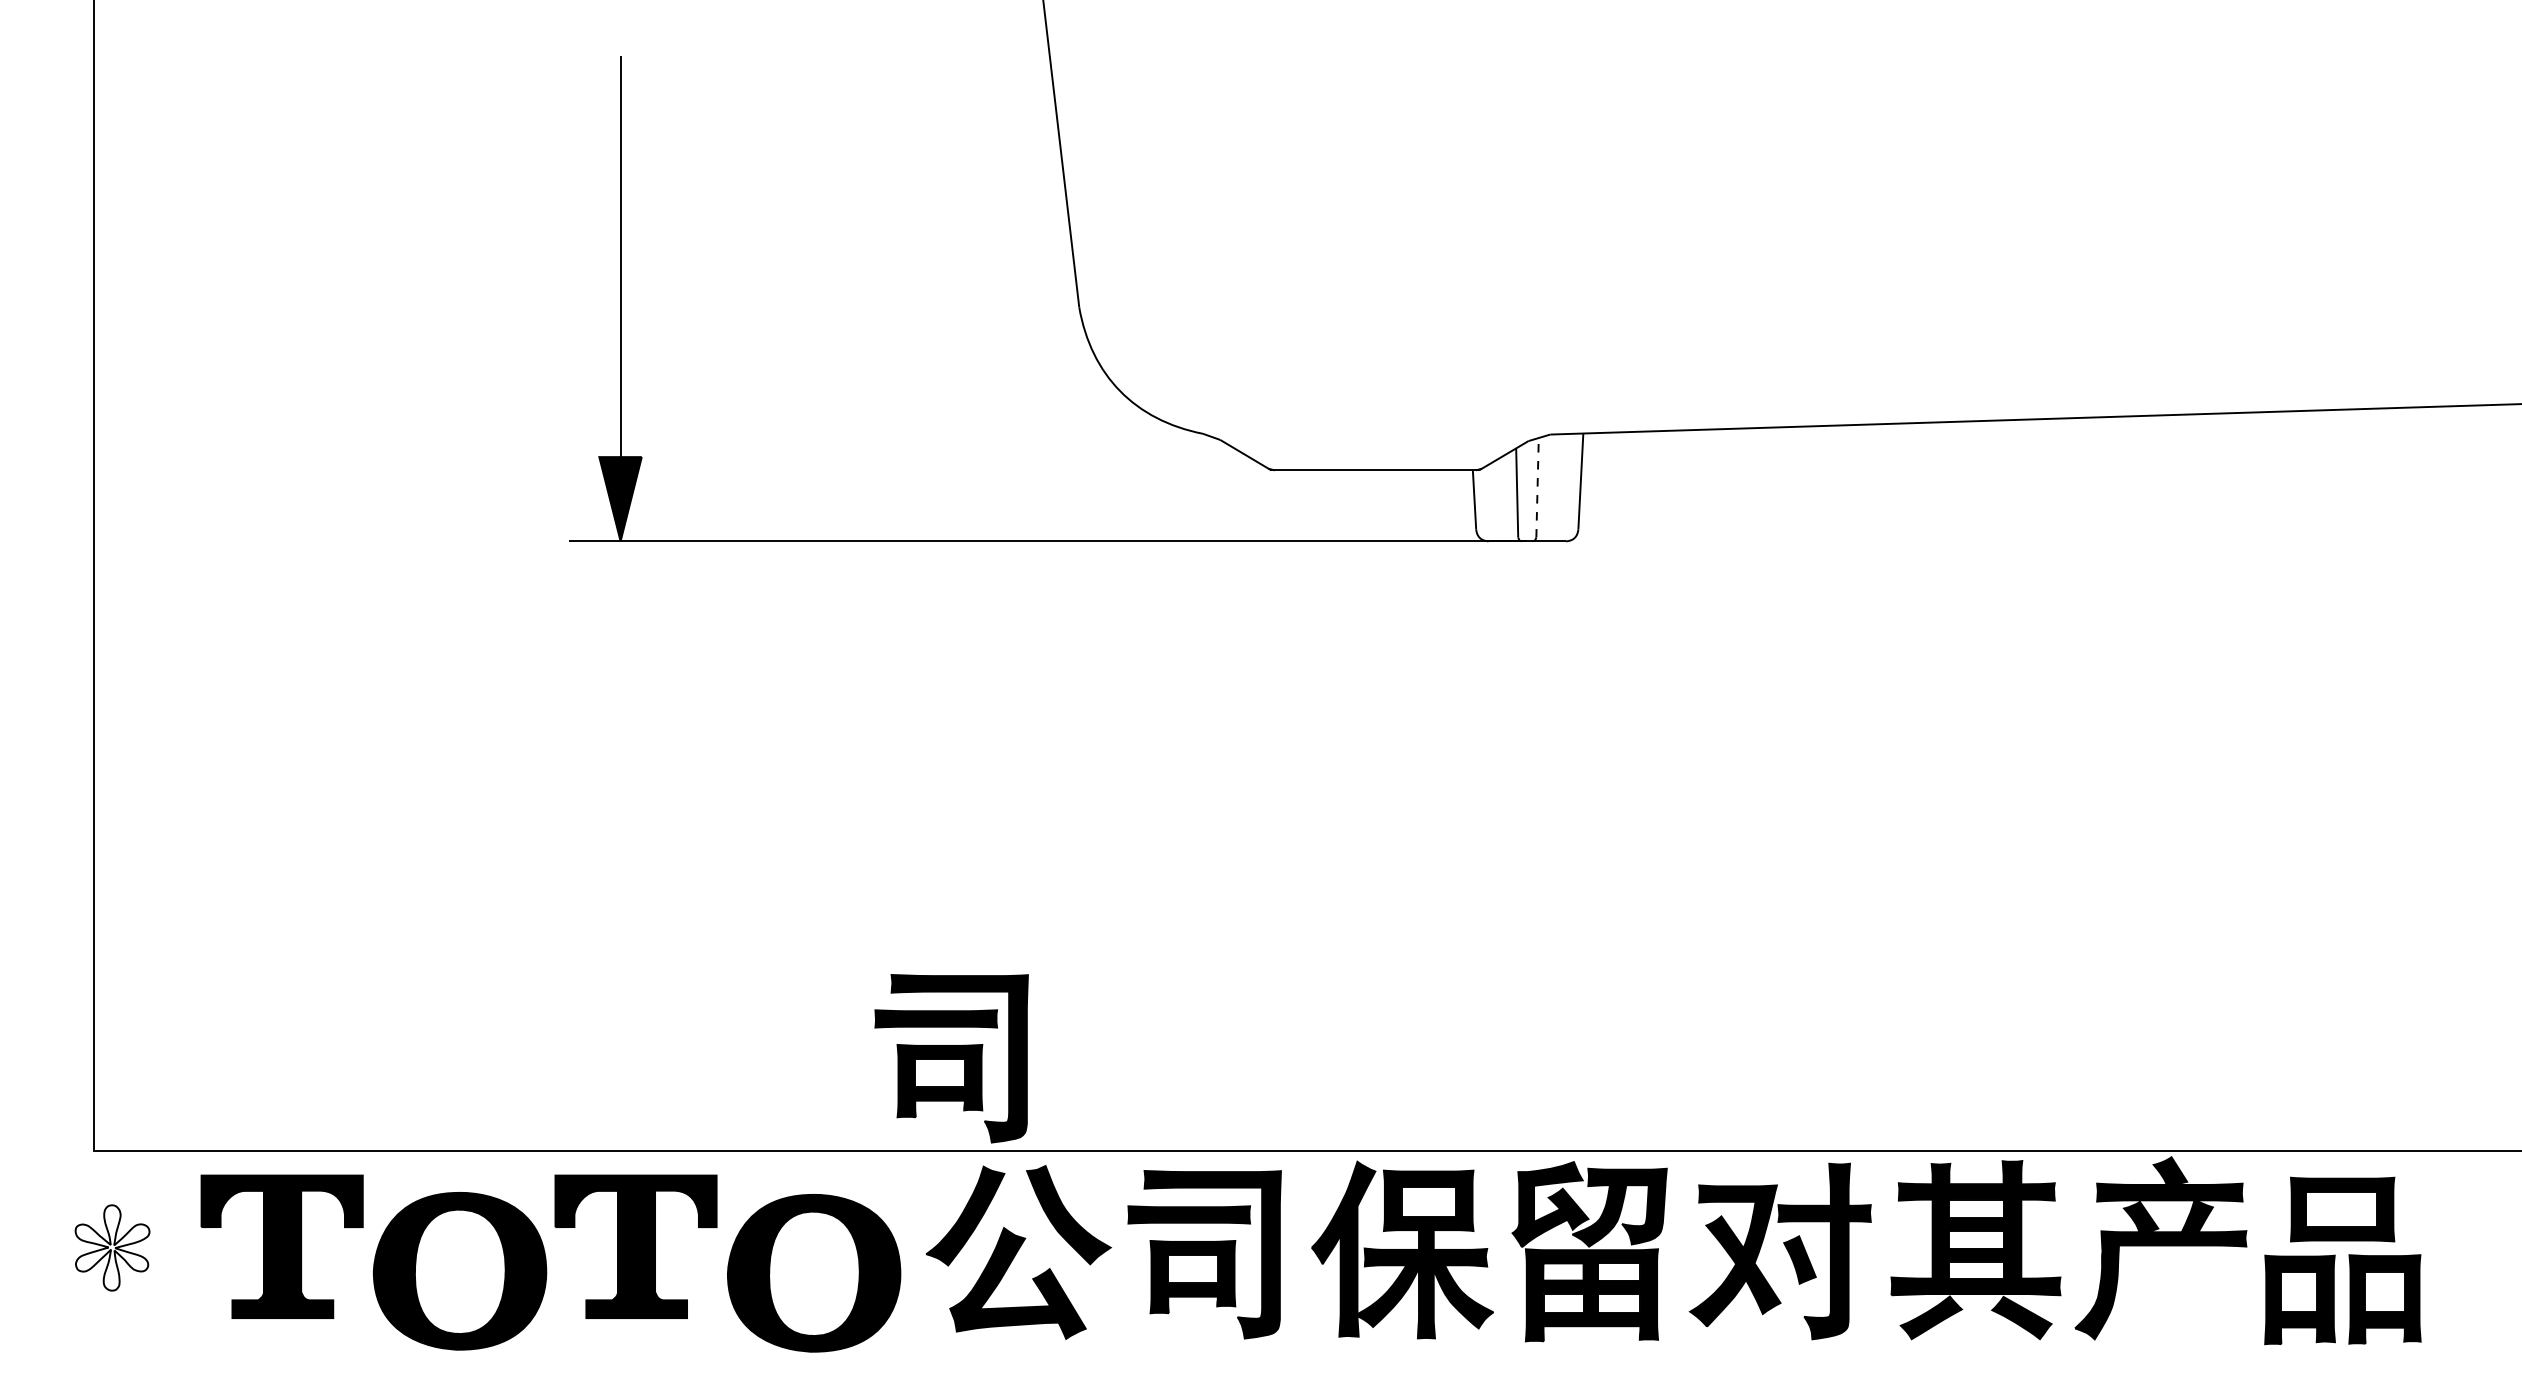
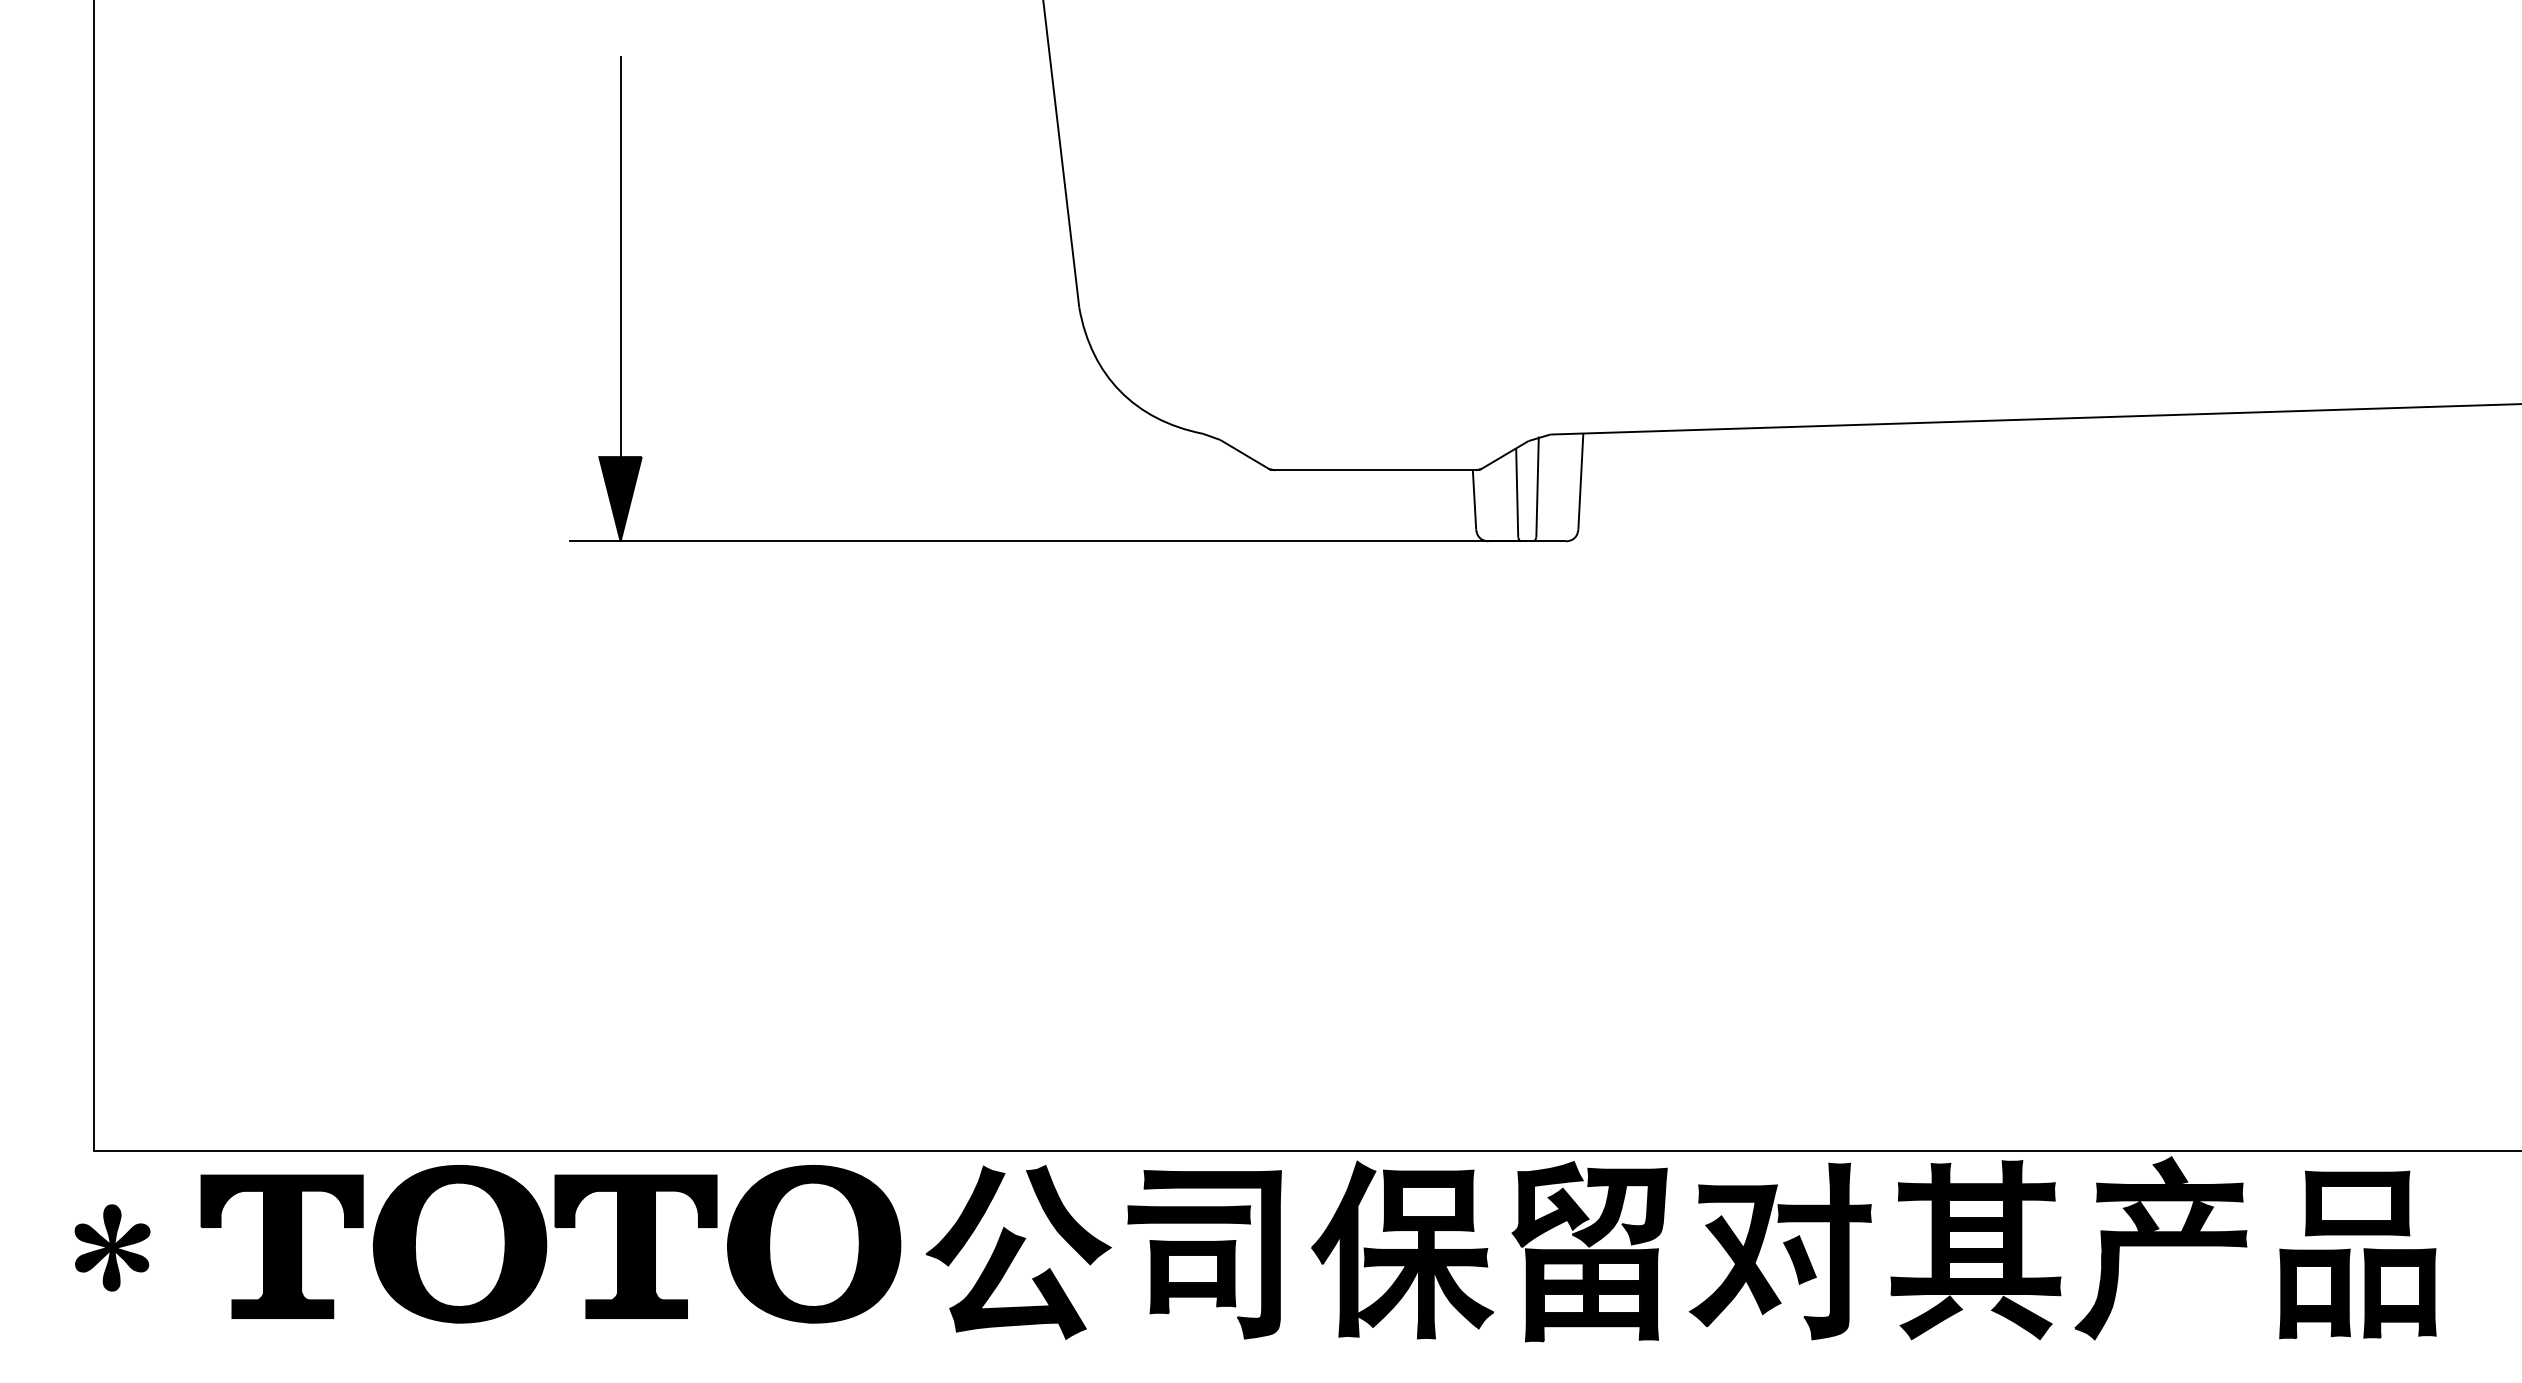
line at (1537, 487): dashed -> solid
part at (951, 1058): present -> none
fill at (112, 1247): none -> present
part at (2348, 1258) position: (2348, 1258) -> (2363, 1252)
part at (459, 1271) position: (459, 1271) -> (459, 1244)
part at (814, 1273) position: (814, 1273) -> (814, 1244)
